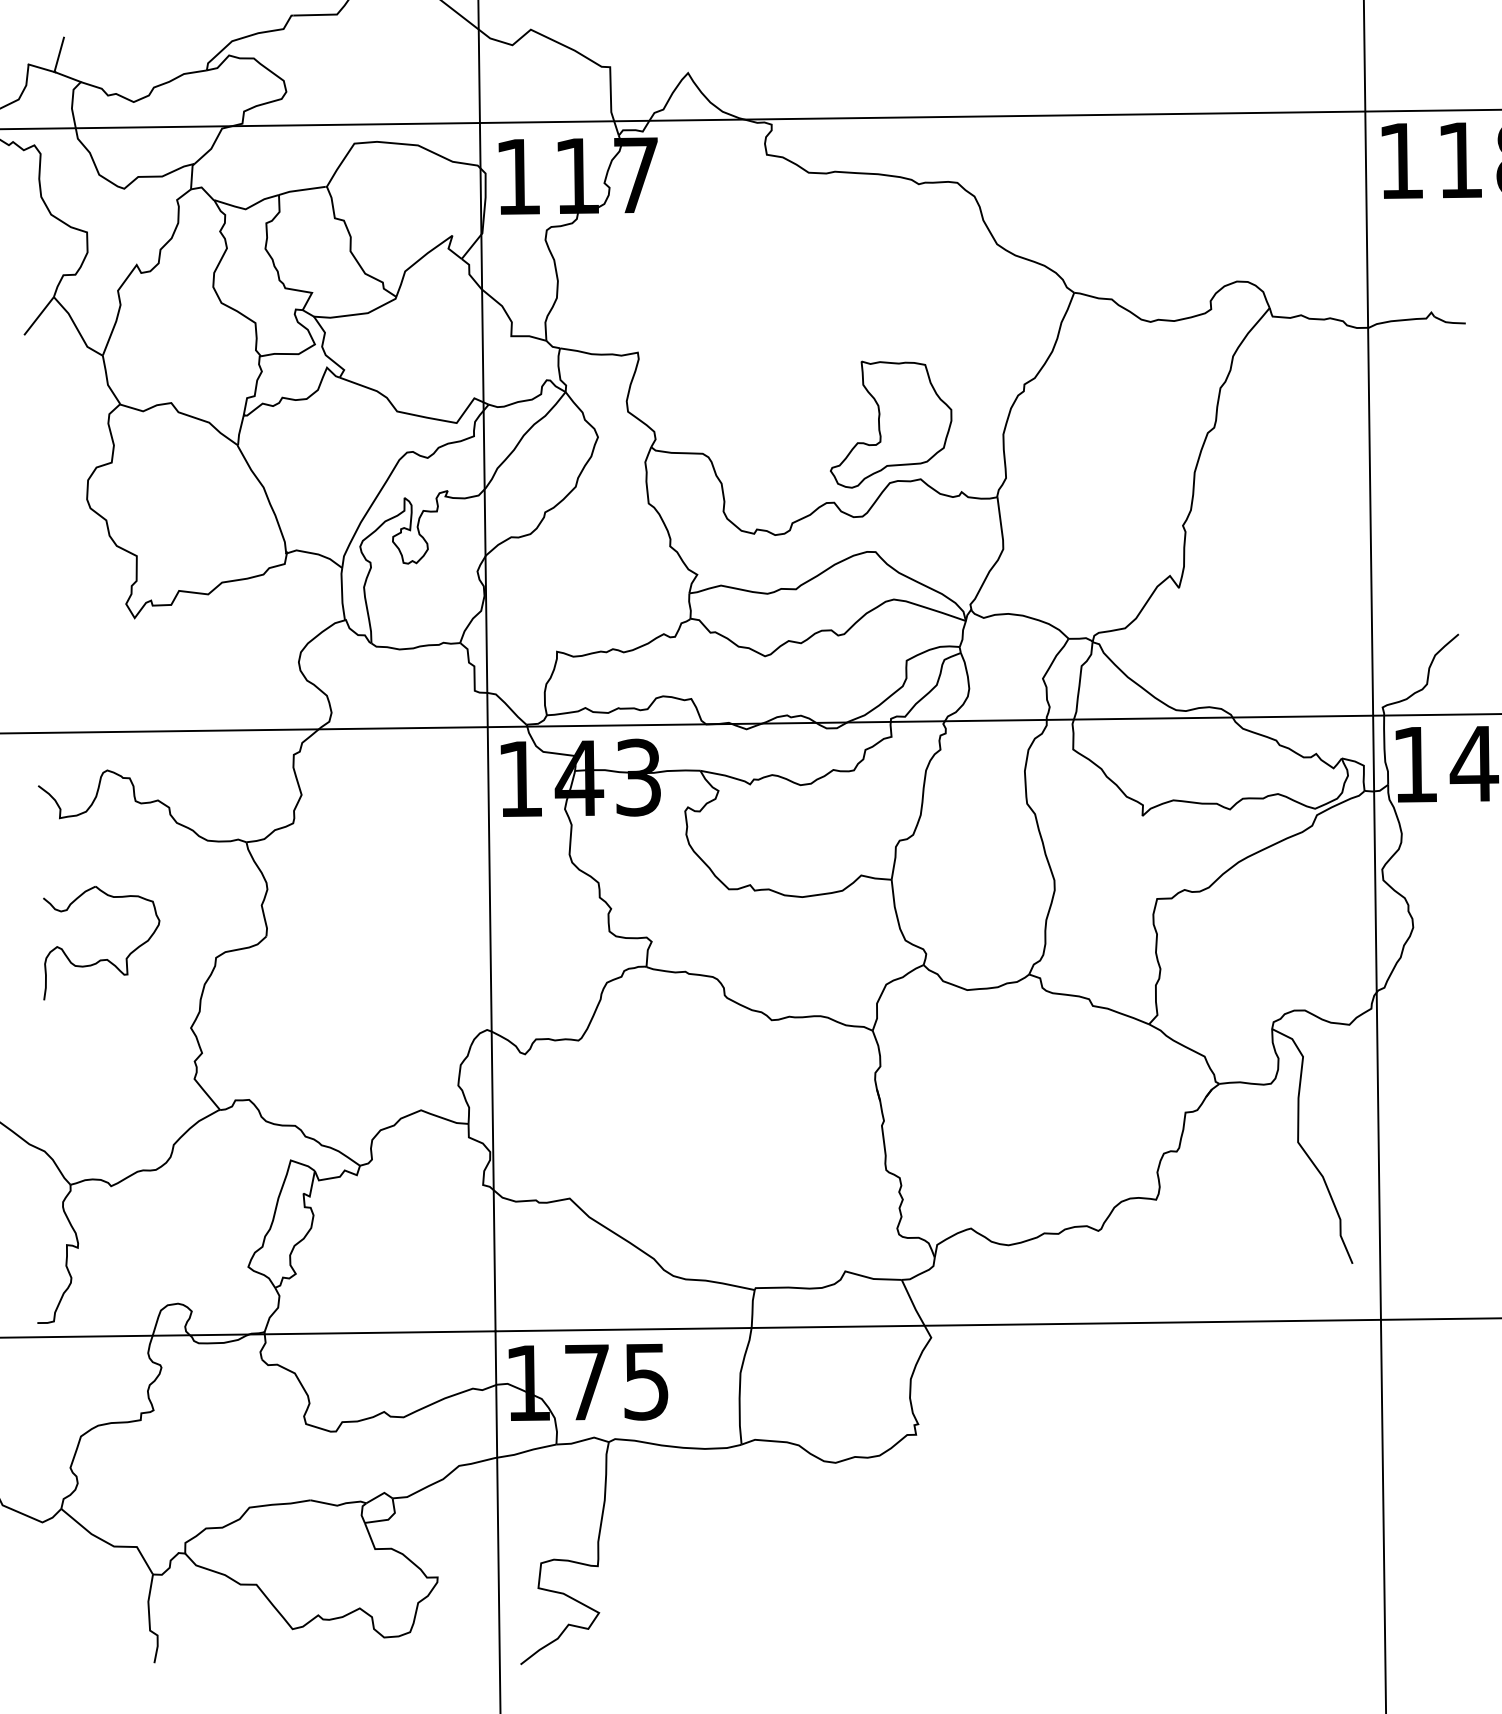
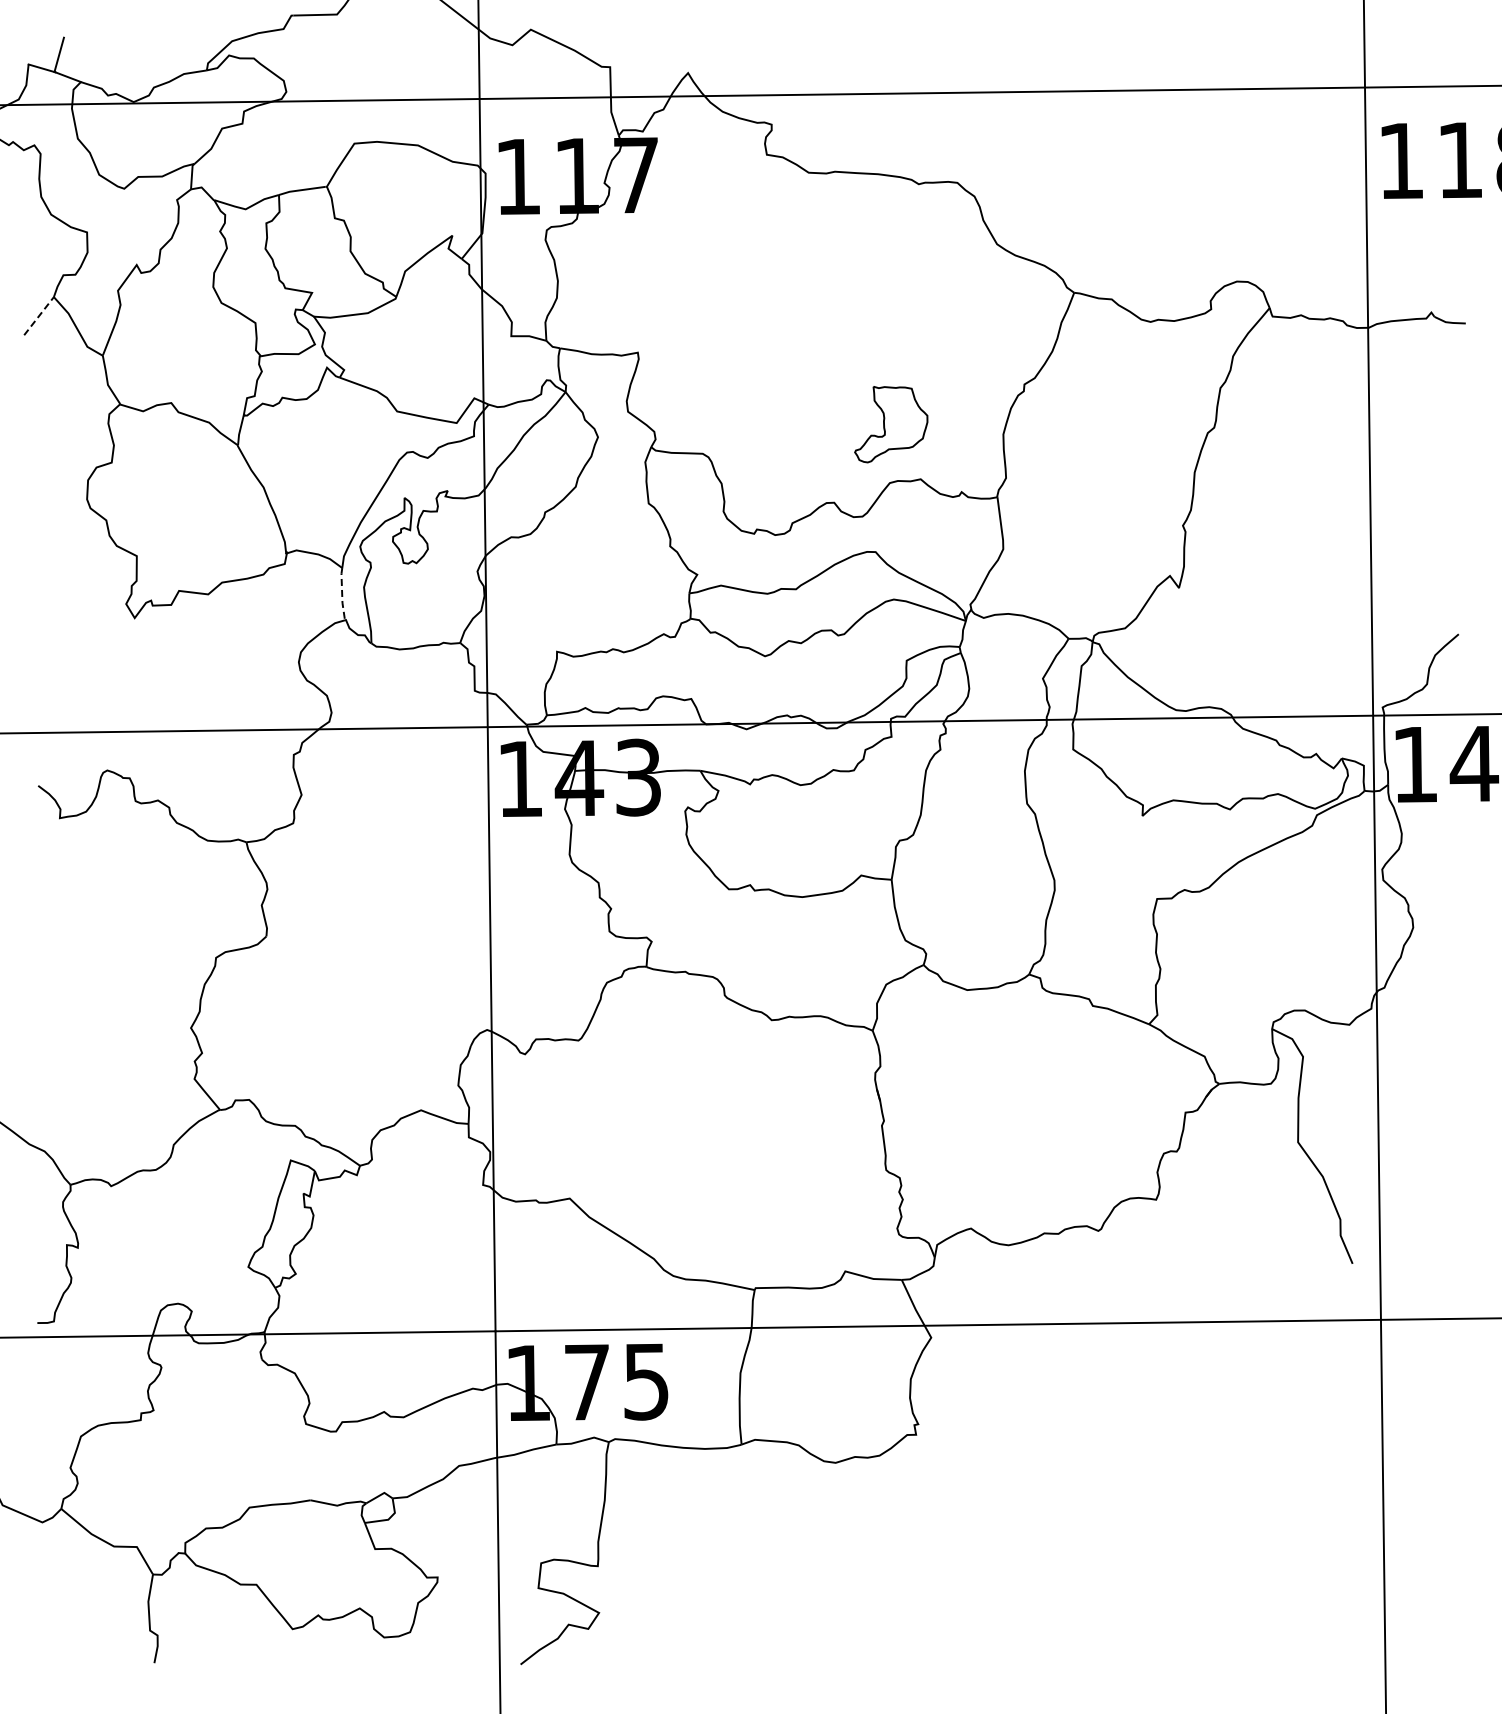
line at (750, 119) position: (750, 119) -> (750, 95)
line at (39, 315): solid -> dashed
part at (891, 424) size: 123x129 px -> 75x78 px
line at (342, 594): solid -> dashed
part at (101, 959): present -> none
